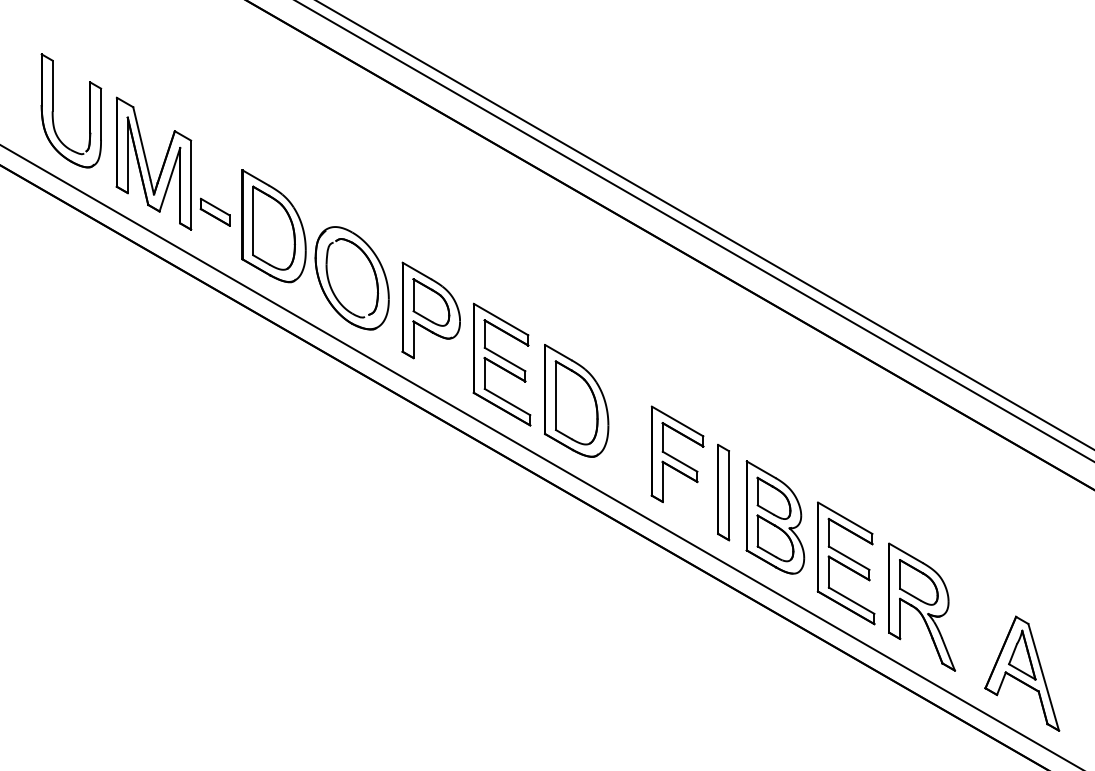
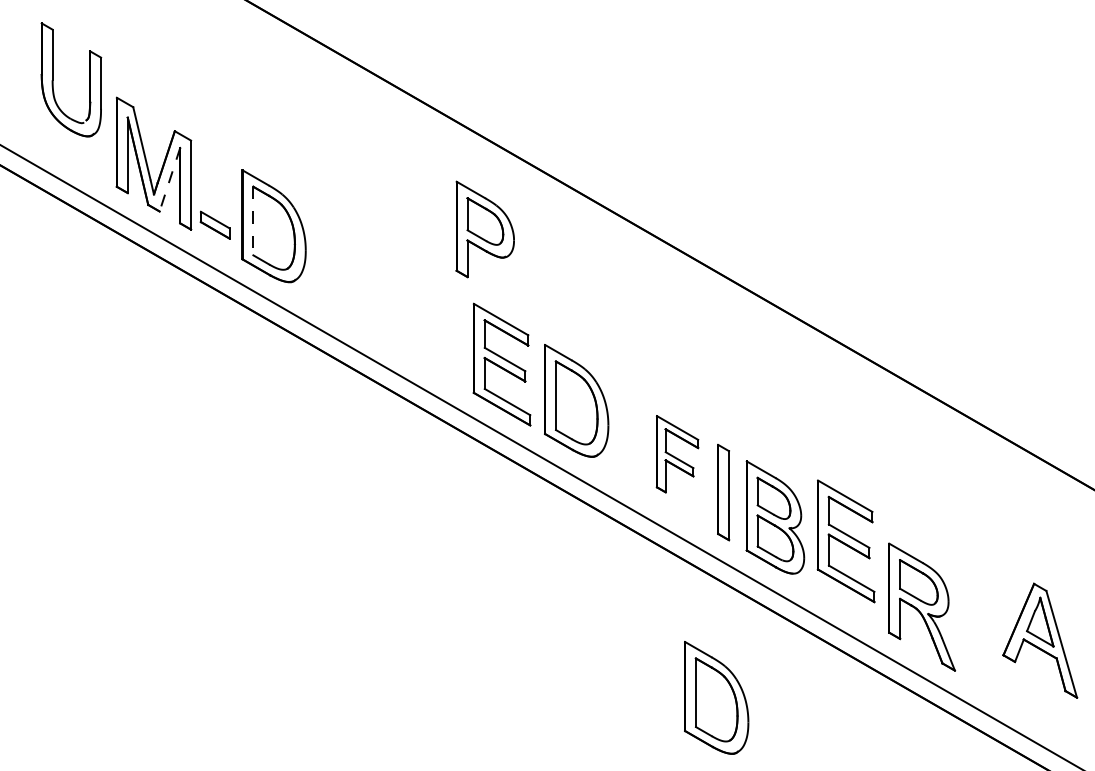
part at (53, 110) position: (53, 110) -> (53, 79)
line at (169, 180): solid -> dashed
part at (214, 211) position: (214, 211) -> (214, 224)
line at (253, 221): solid -> dashed
line at (705, 225): present -> none
line at (694, 231): present -> none
part at (351, 278): present -> none
part at (430, 310) position: (430, 310) -> (484, 229)
part at (677, 453) size: 55x98 px -> 45x79 px
part at (845, 563) position: (845, 563) -> (845, 541)
part at (1022, 673) position: (1022, 673) -> (1040, 640)
part at (716, 697): none -> present
